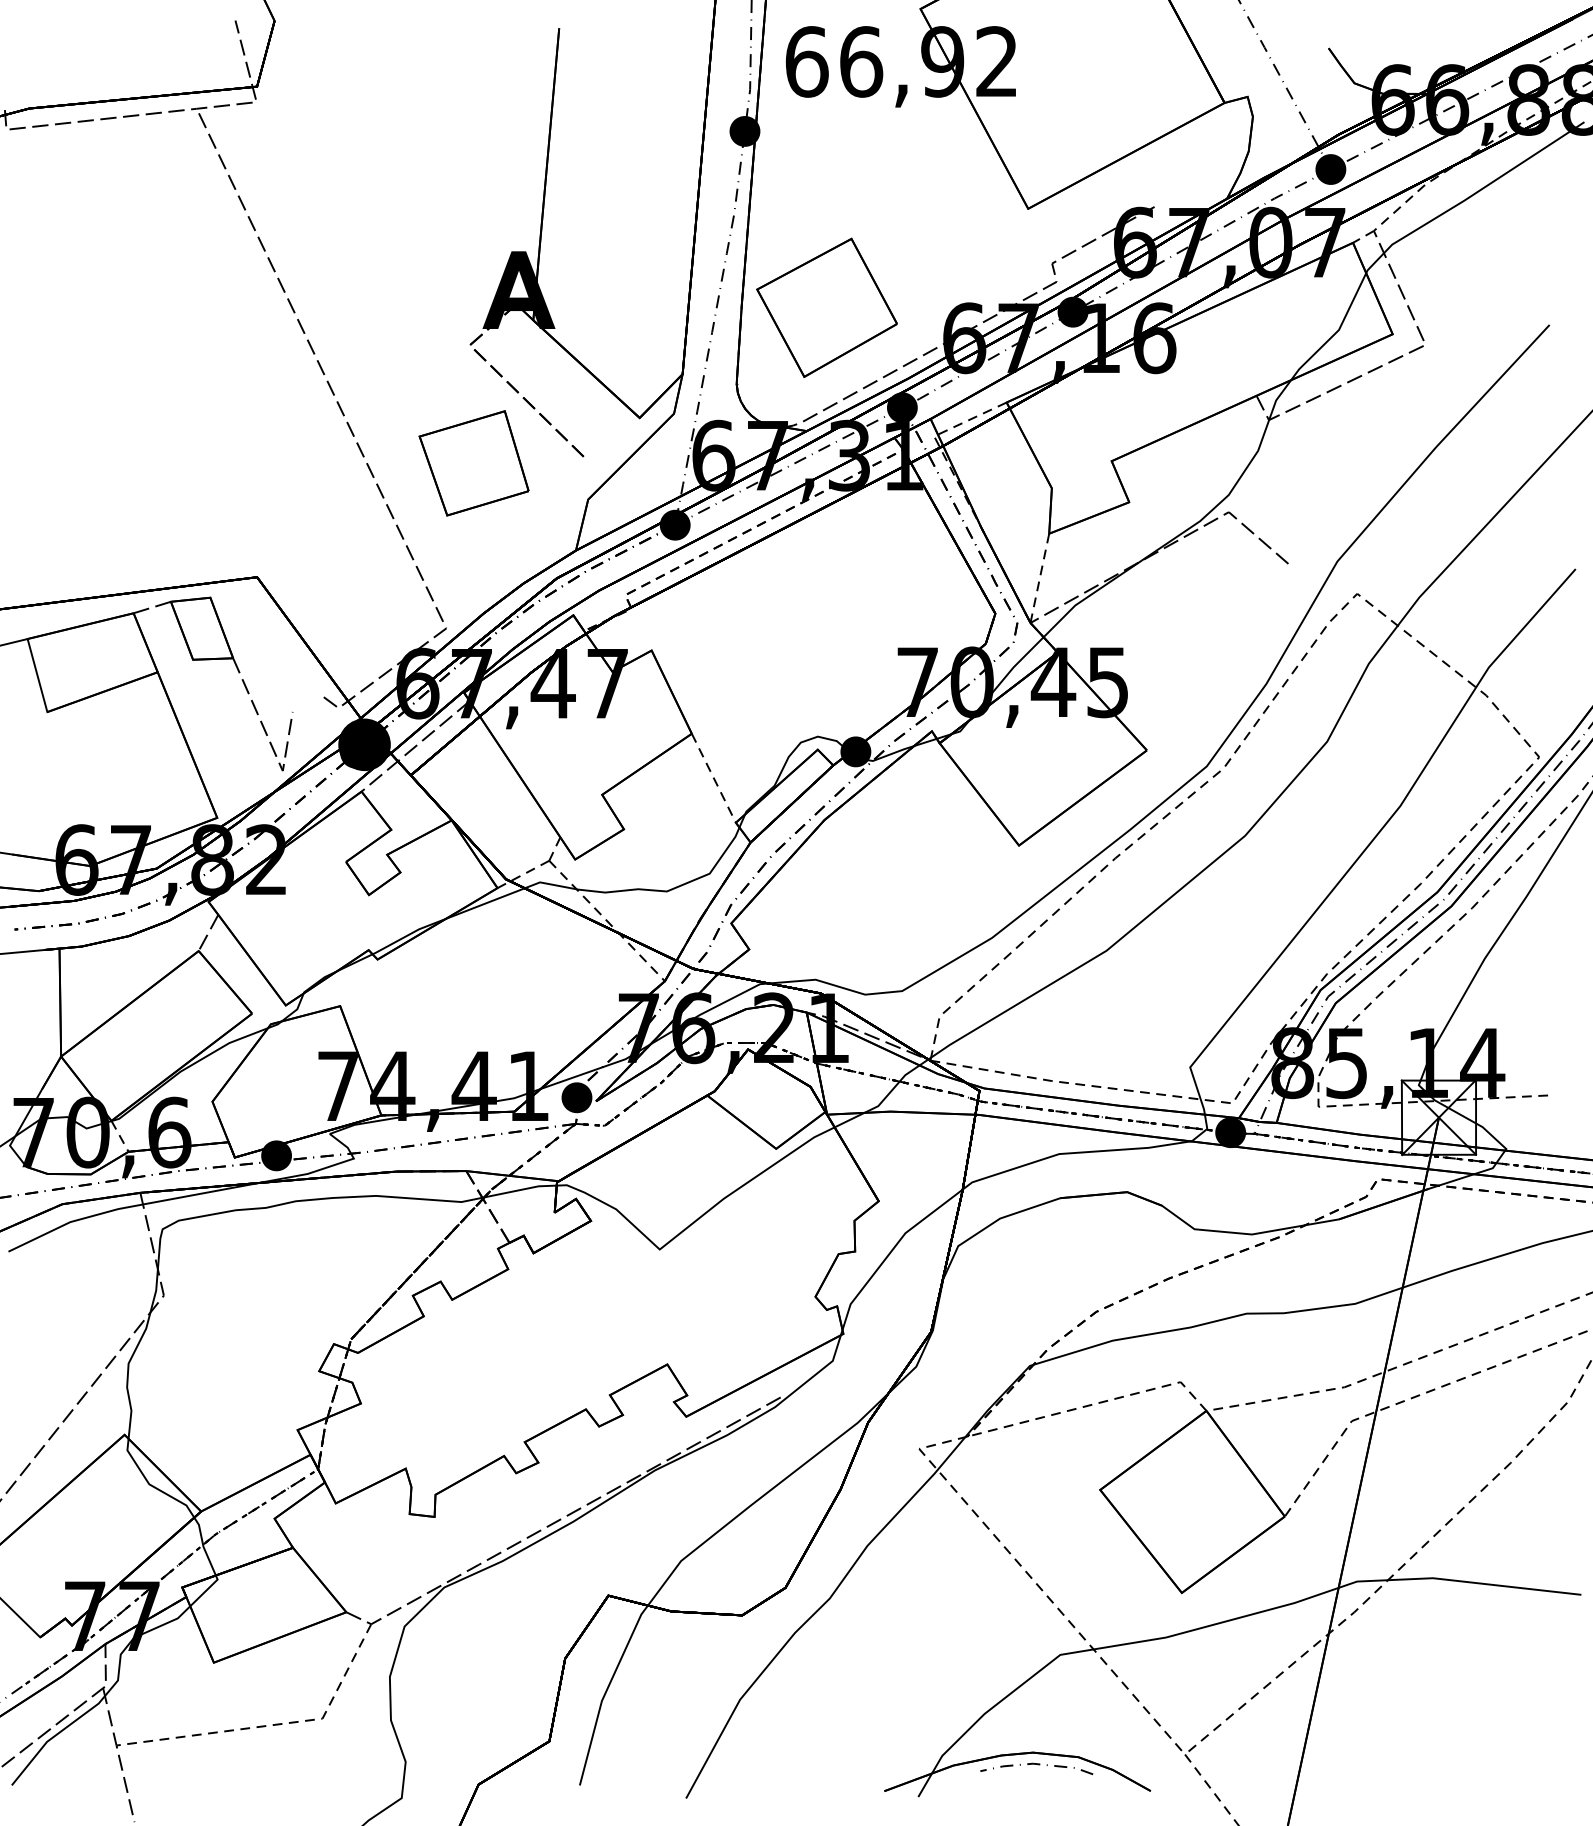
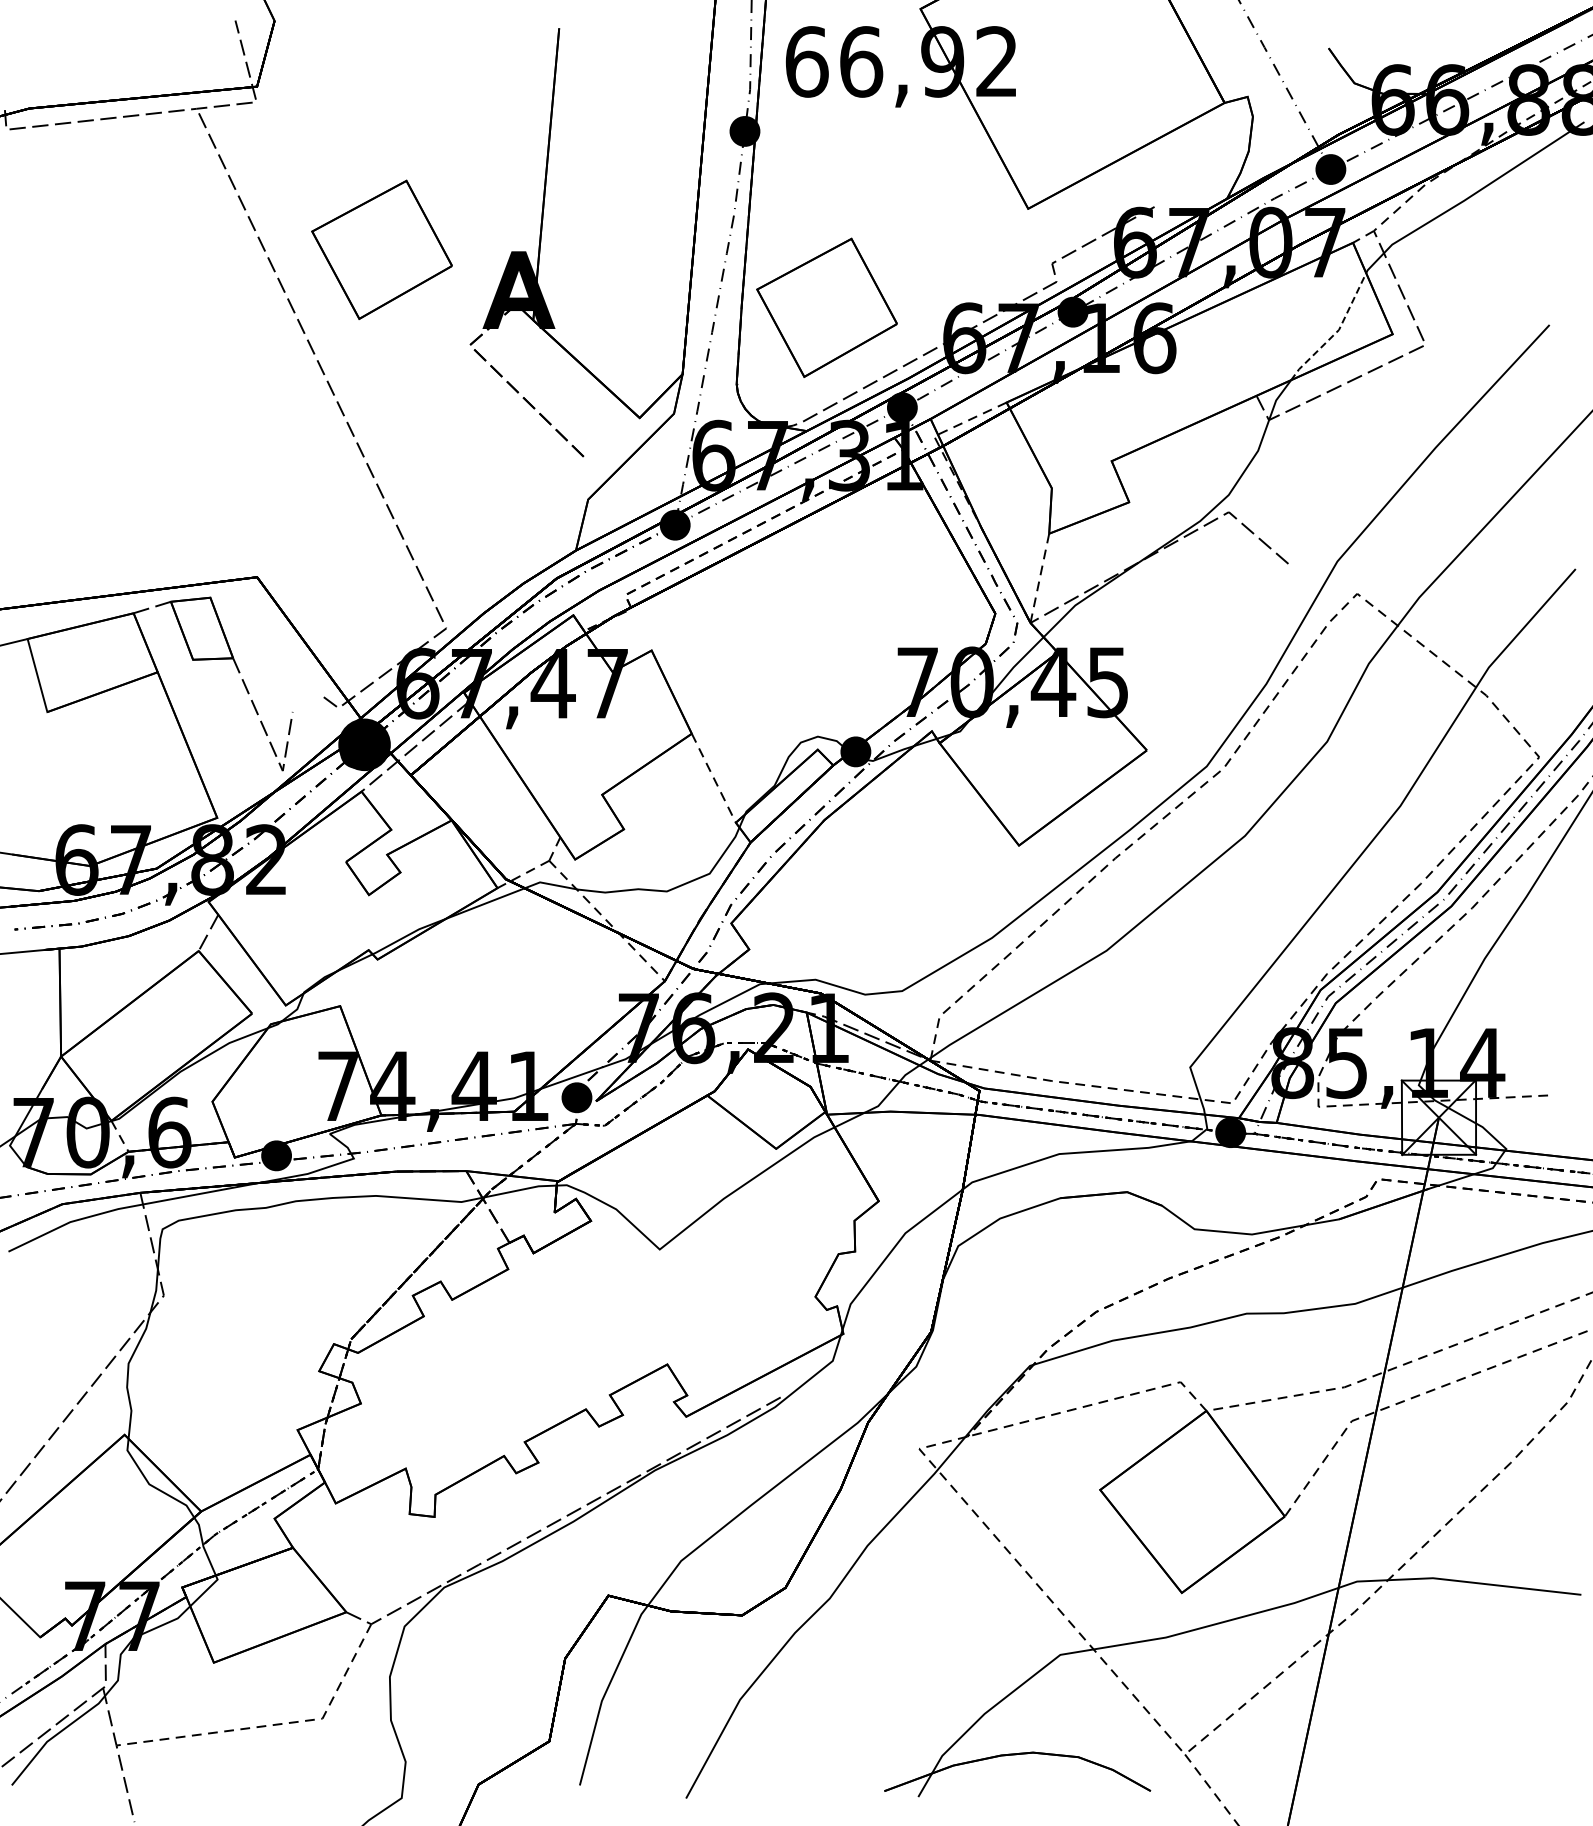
part at (381, 249): none -> present
line at (1336, 332): solid -> dashed
part at (473, 463): present -> none
curve at (1037, 1765): present -> none
